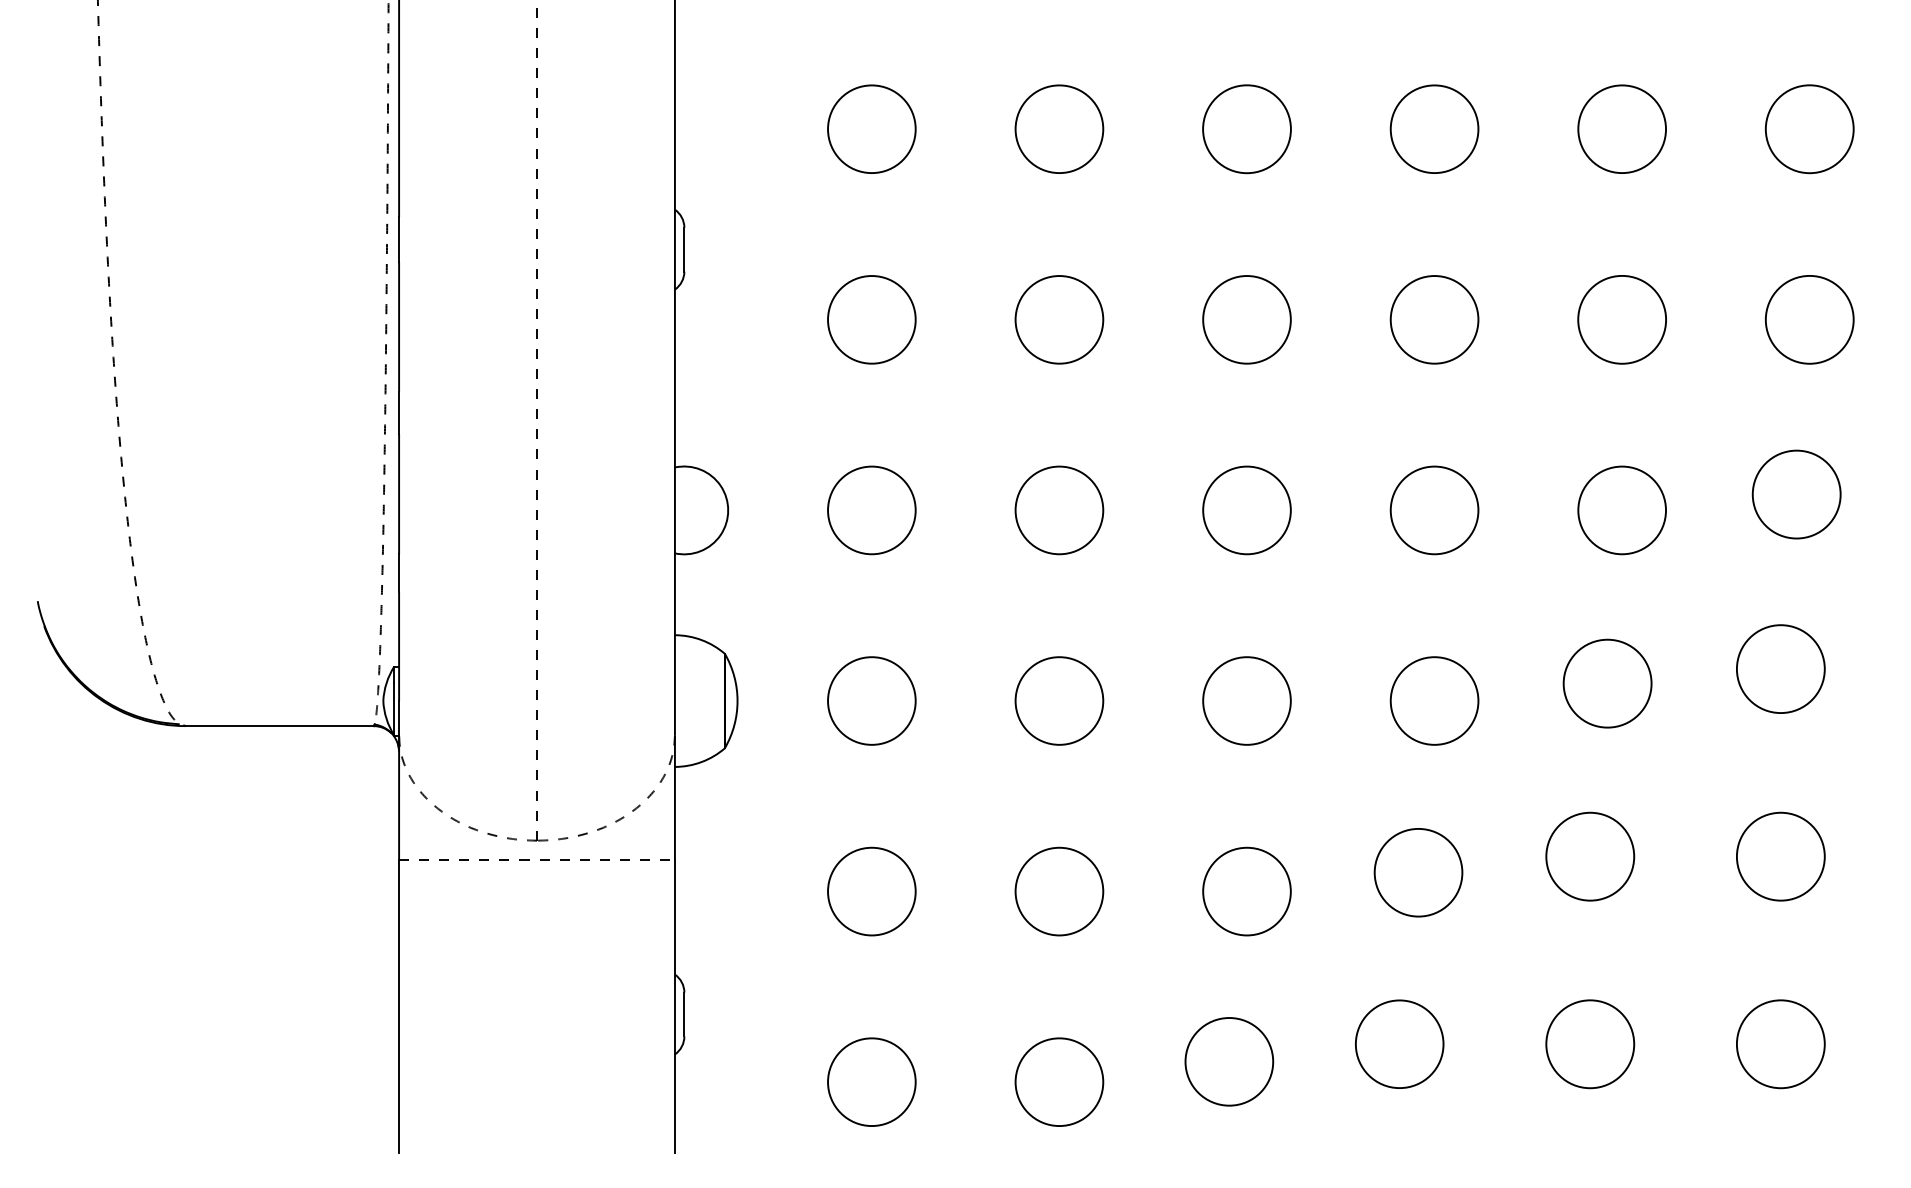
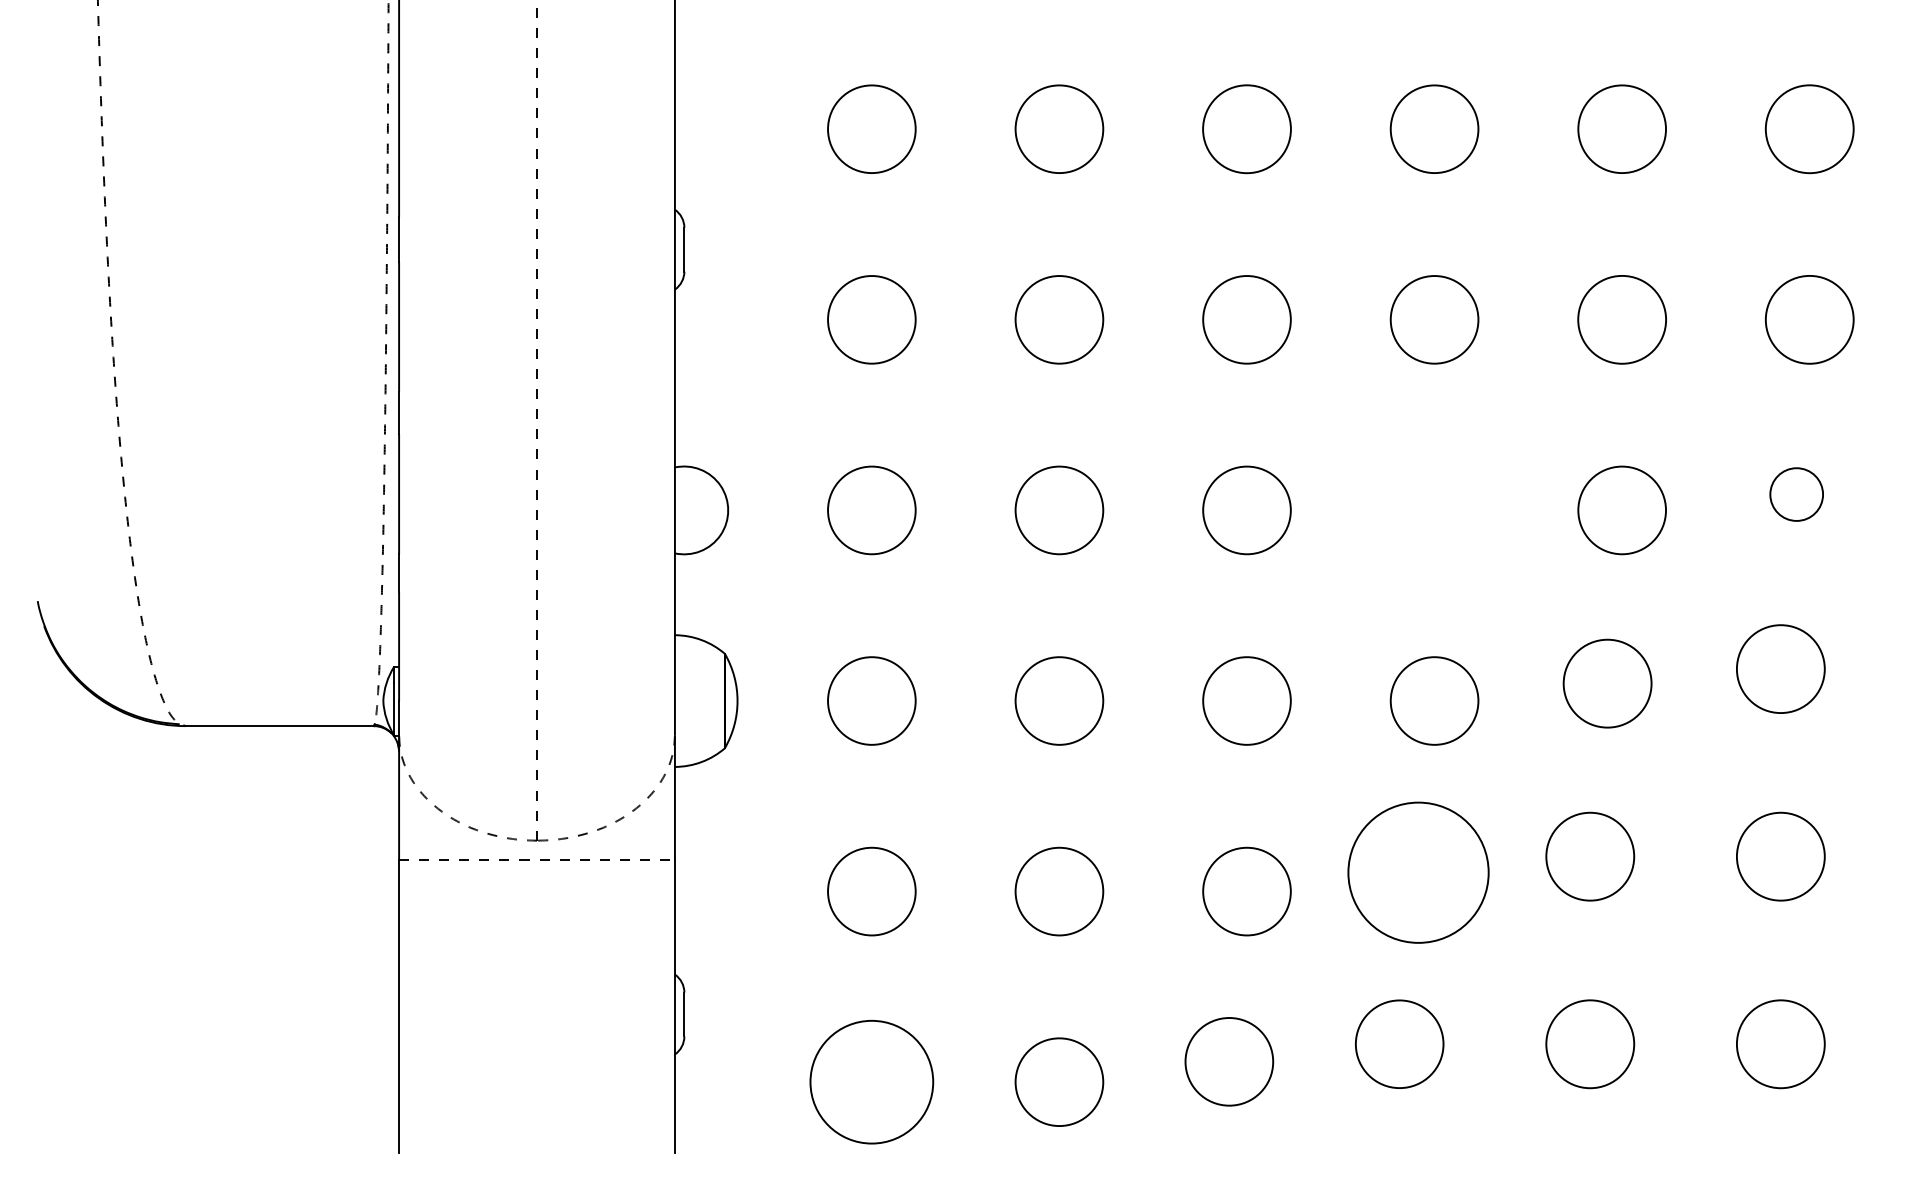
circle at (1796, 494) diameter: 88 px -> 53 px
circle at (1434, 510): present -> none
circle at (1418, 872) diameter: 88 px -> 140 px
circle at (871, 1082) diameter: 88 px -> 123 px
